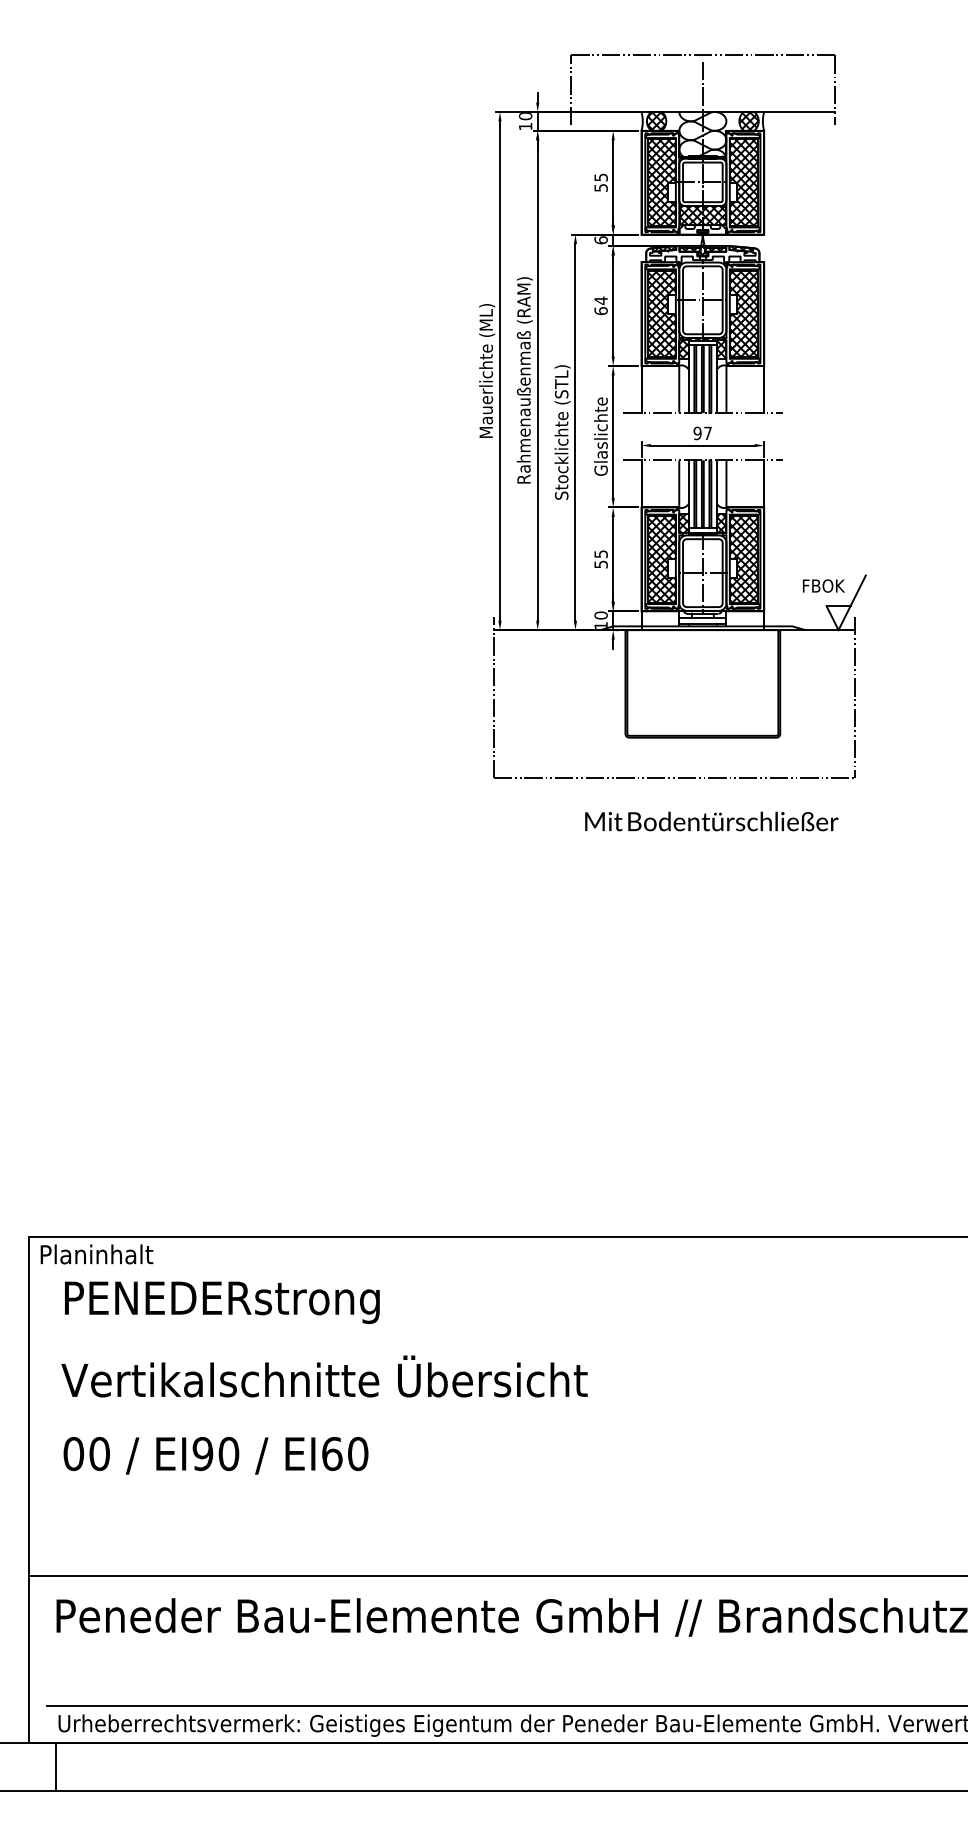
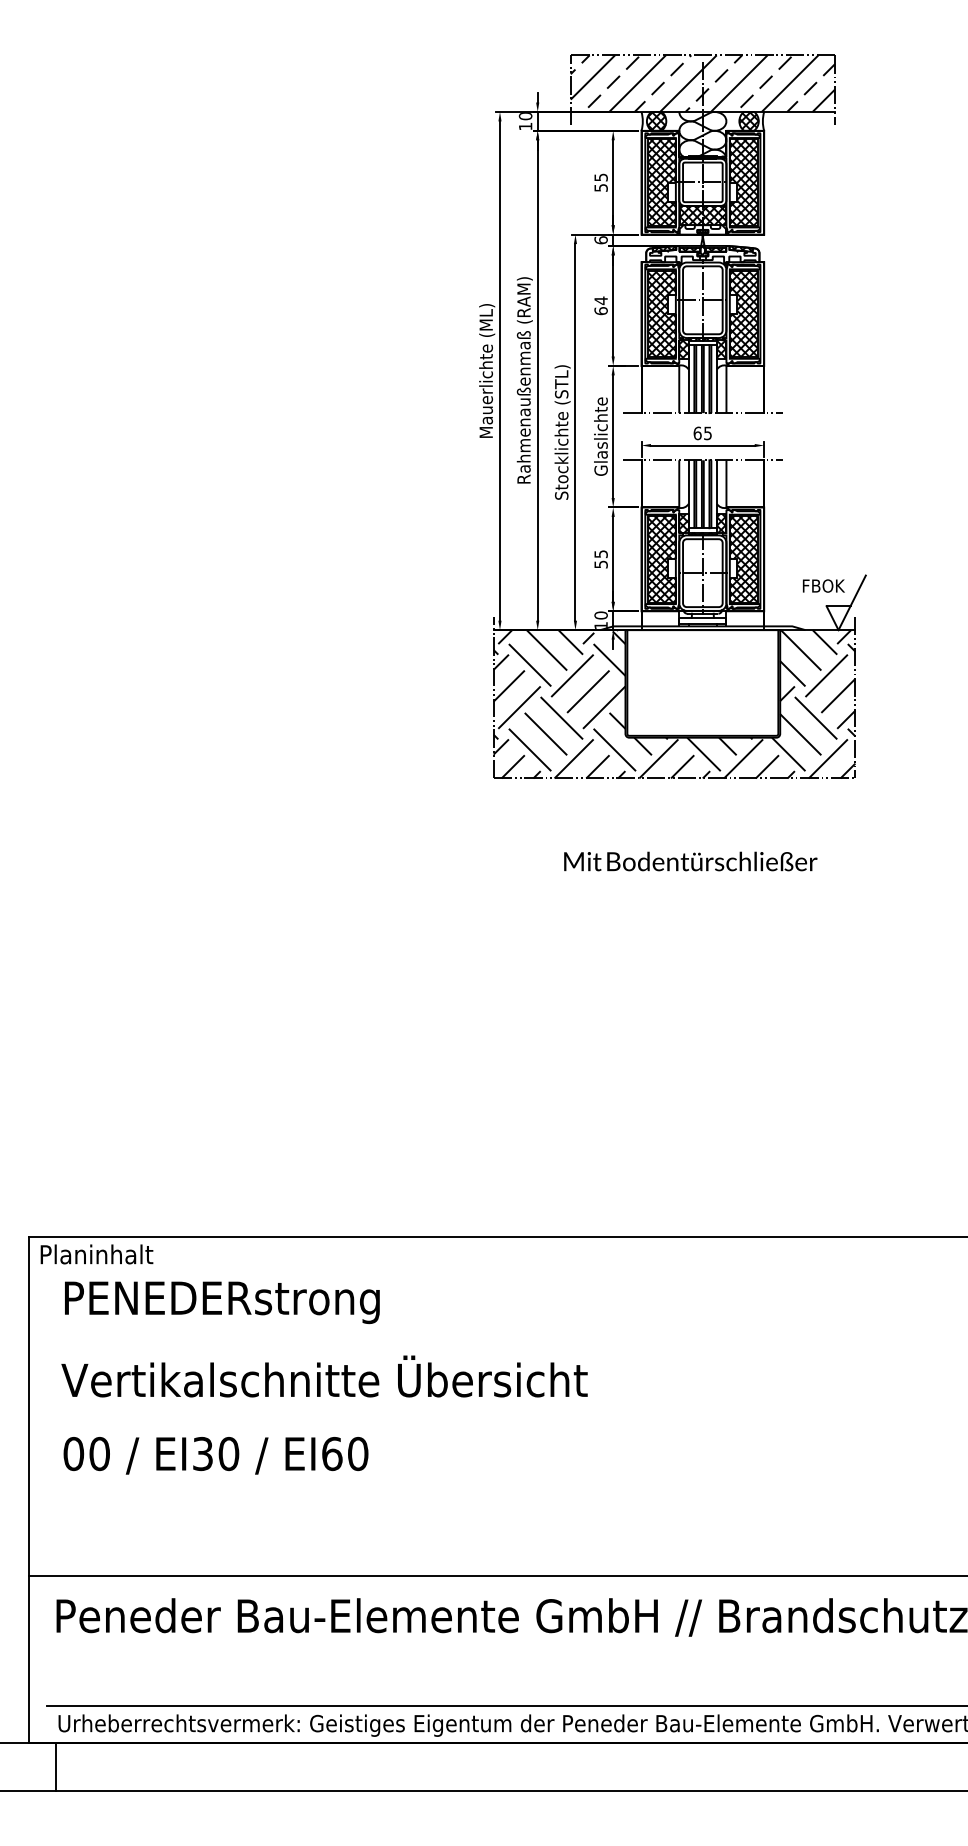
hatch at (702, 83): none -> present
text at (702, 433): 97 -> 65
hatch at (674, 704): none -> present
text at (711, 821) position: (711, 821) -> (690, 861)
text at (202, 1453): EI90 -> EI30
